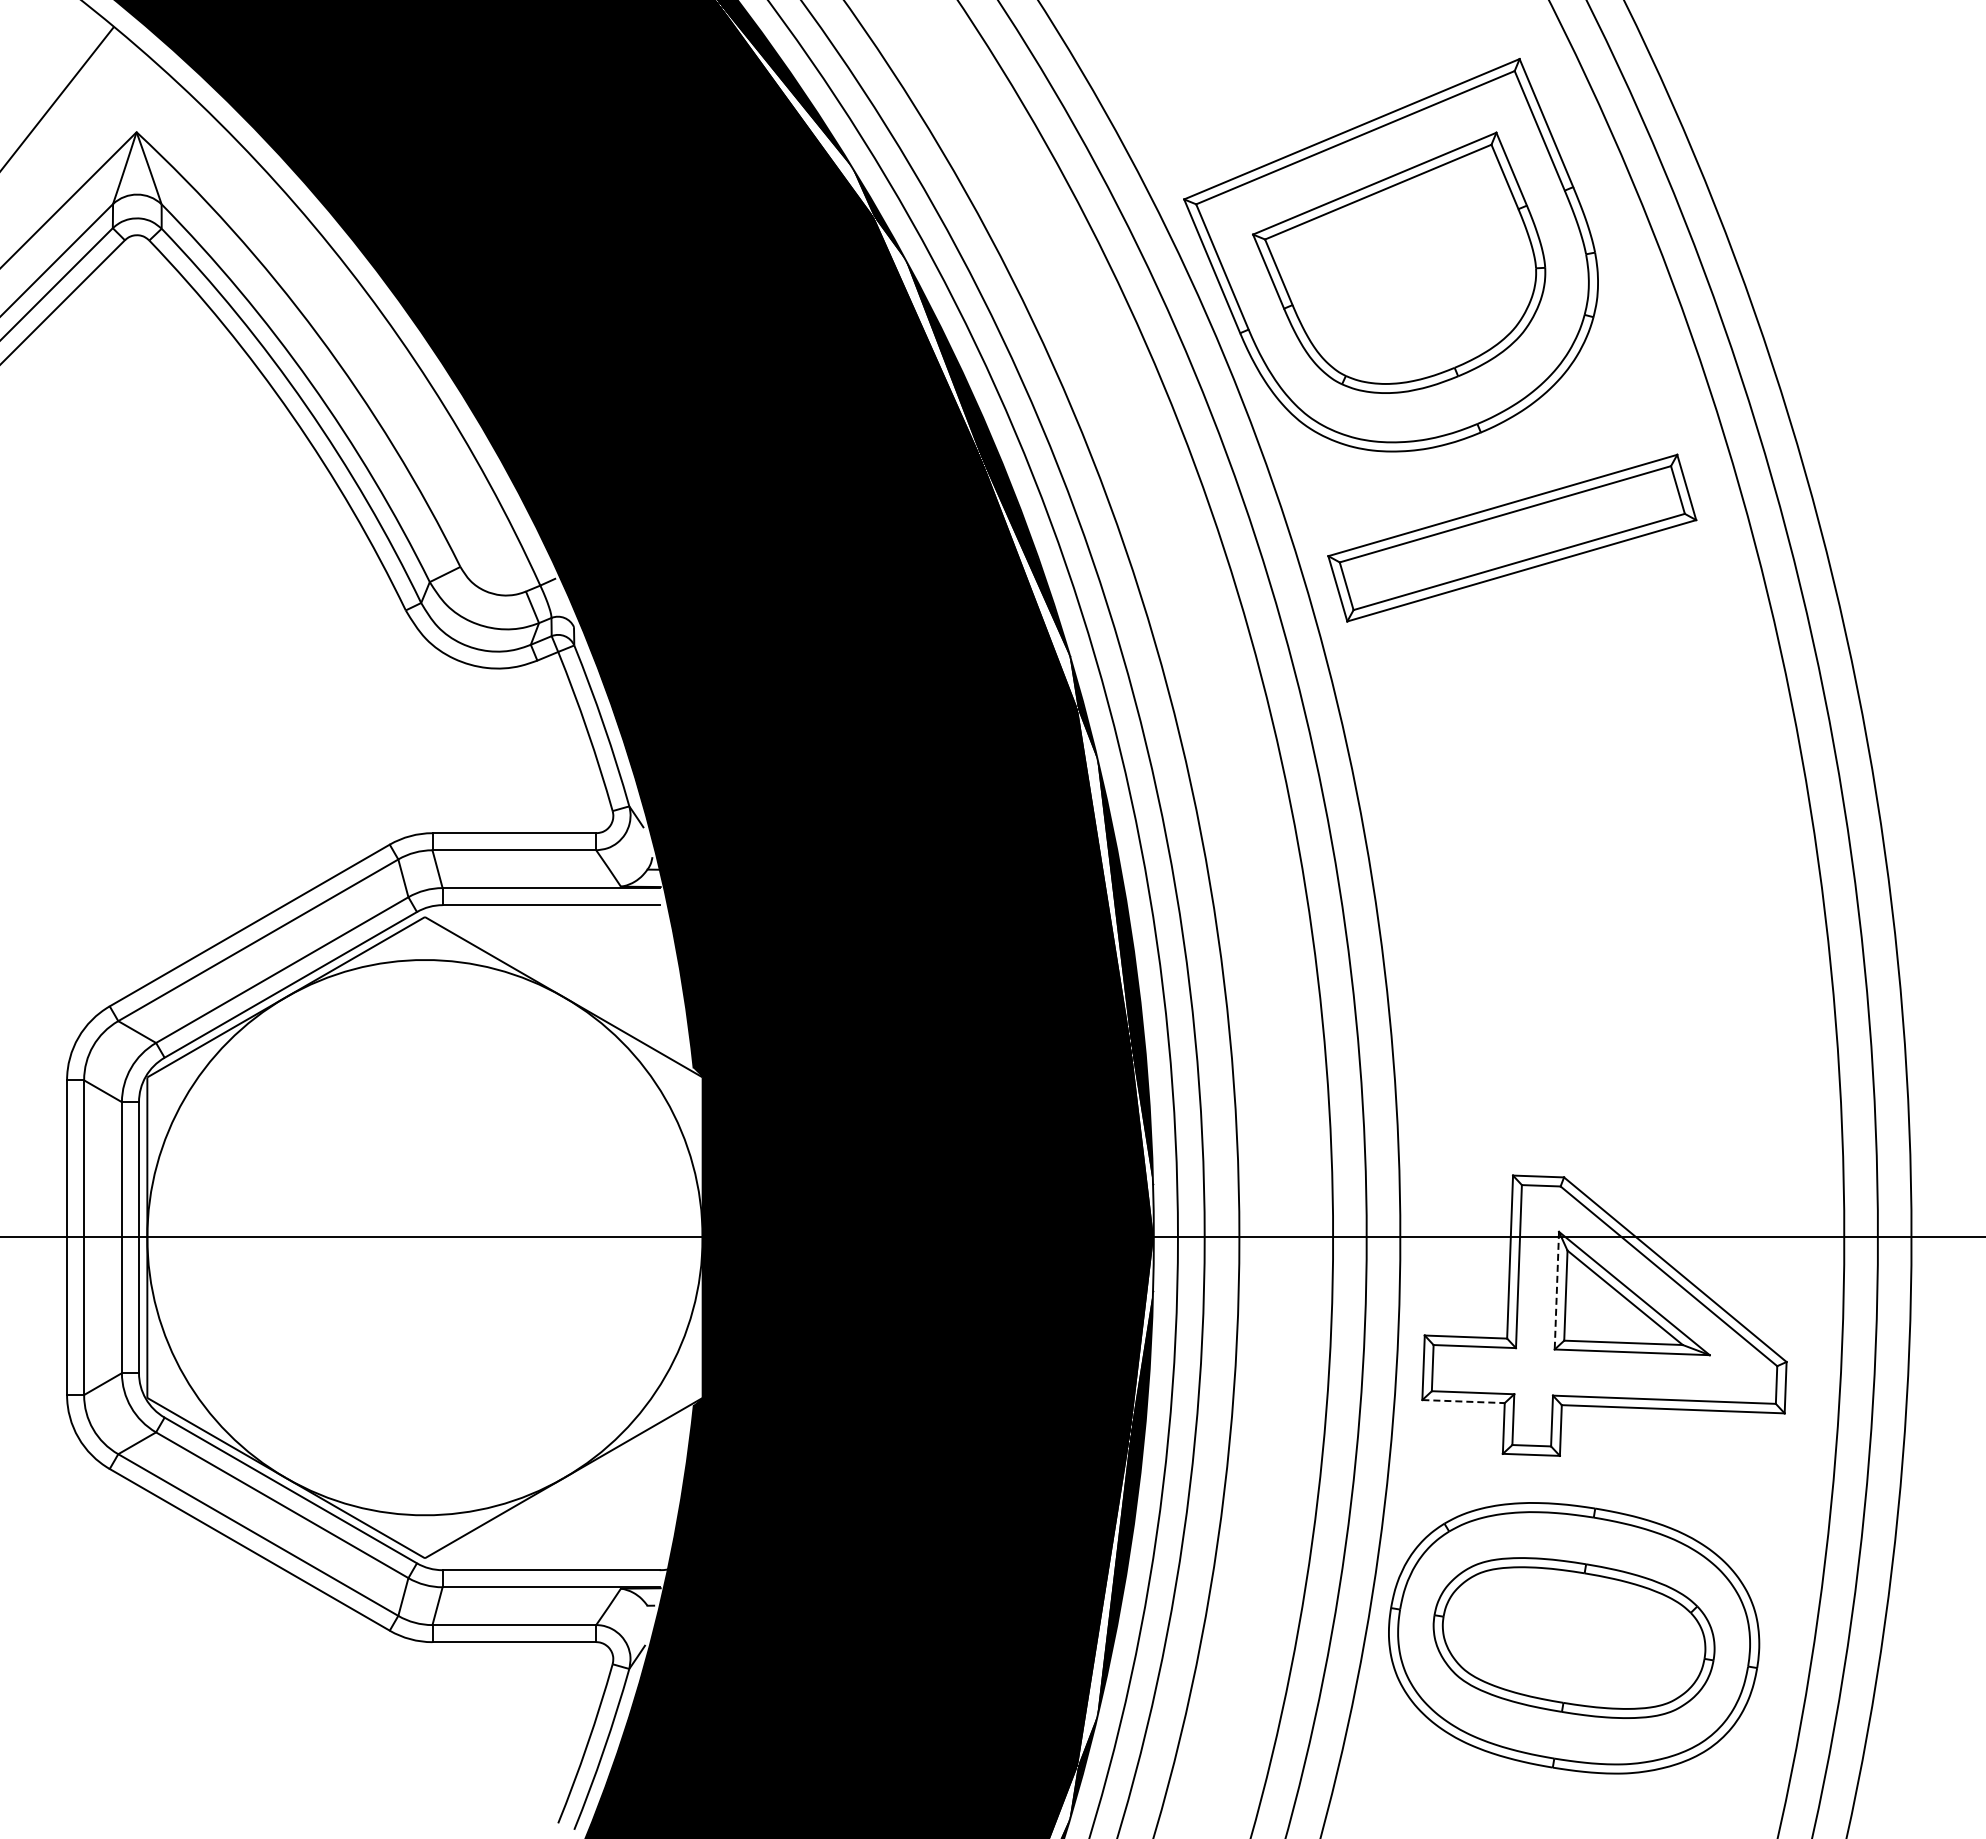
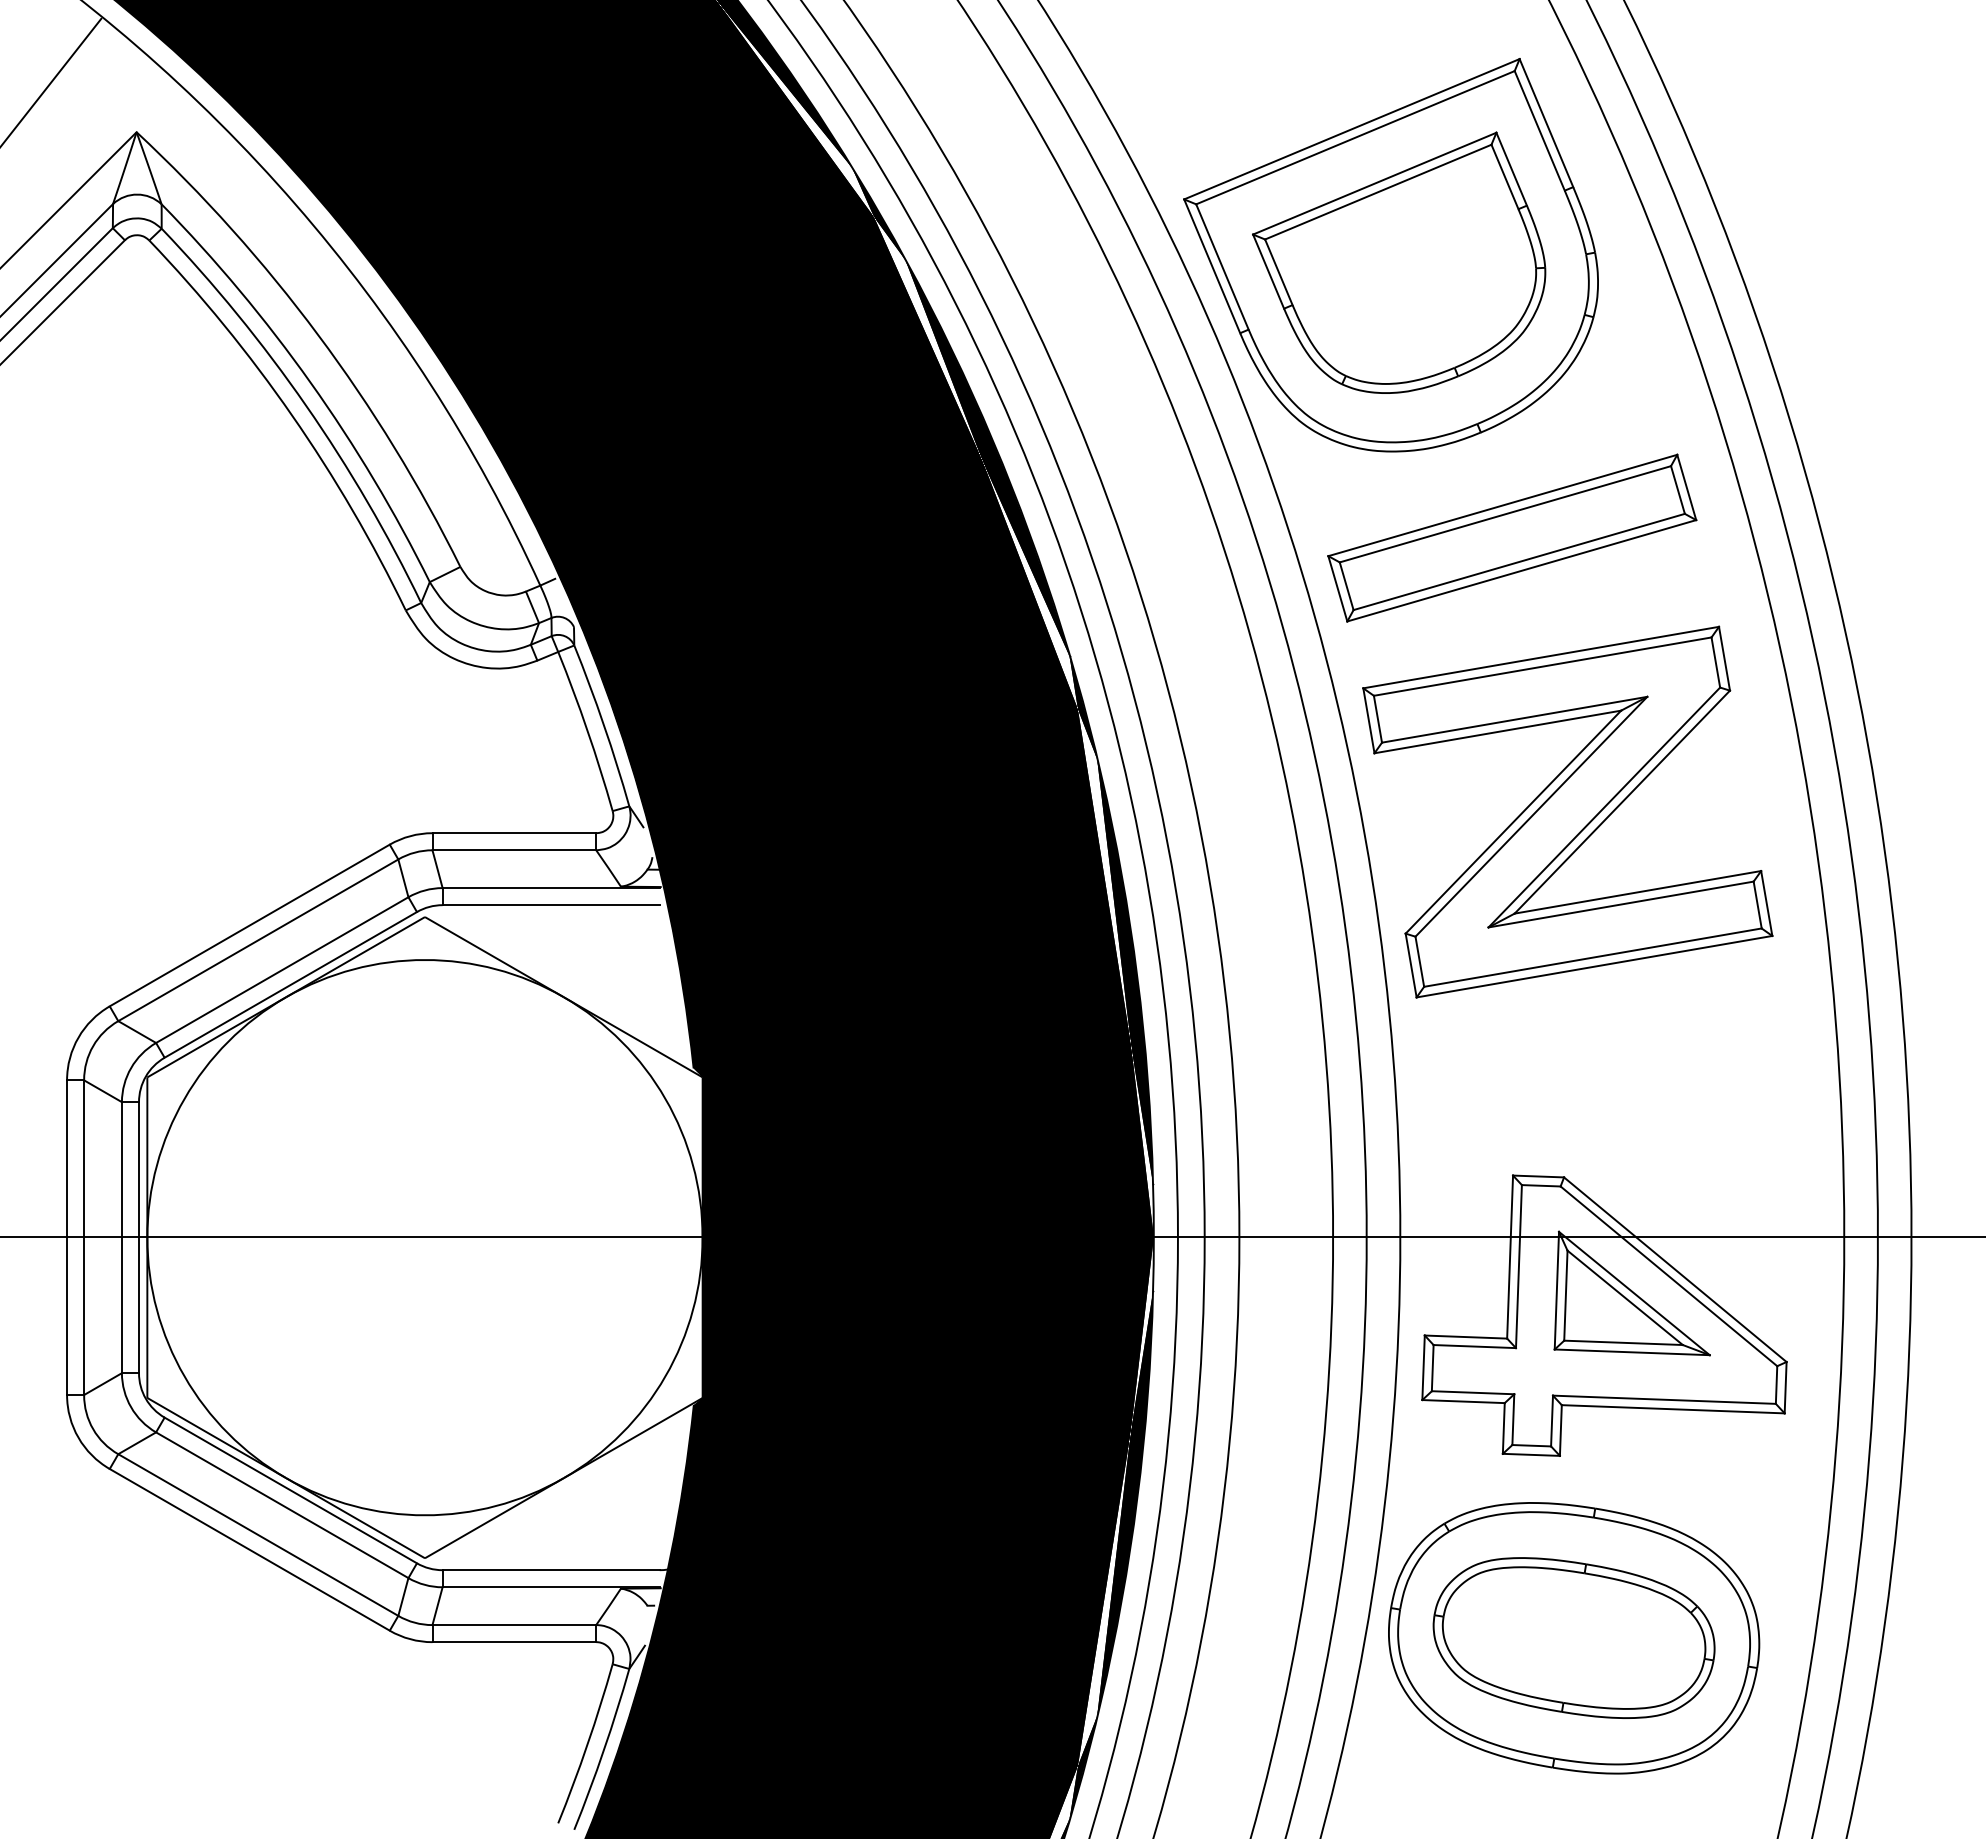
line at (57, 98) position: (57, 98) -> (51, 81)
part at (1567, 811): none -> present
line at (1556, 1290): dashed -> solid
line at (1464, 1401): dashed -> solid
